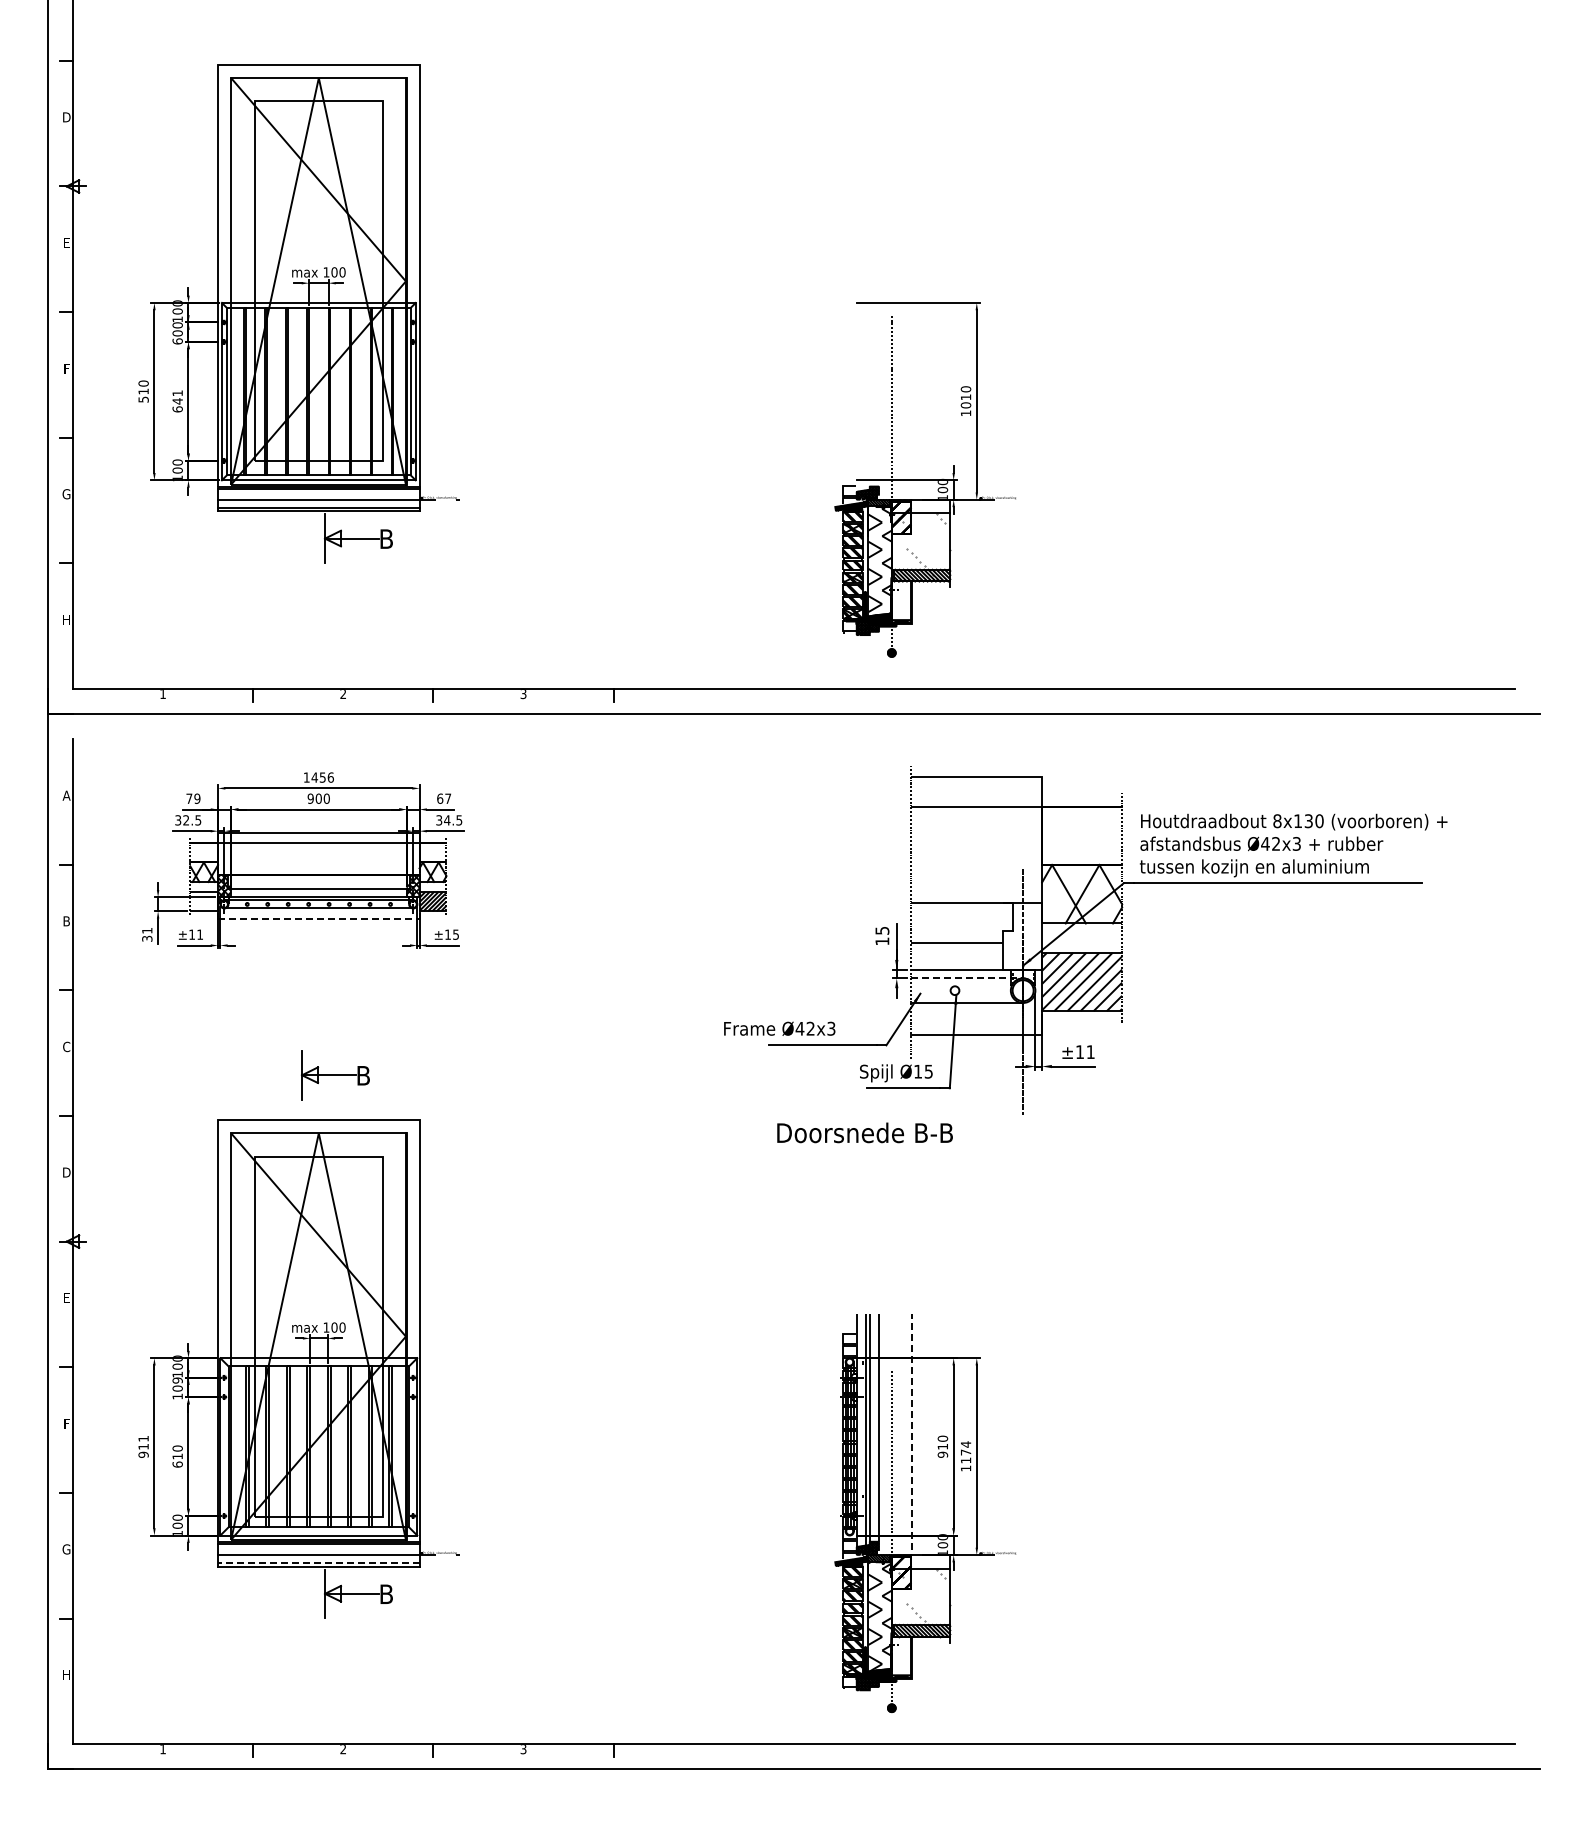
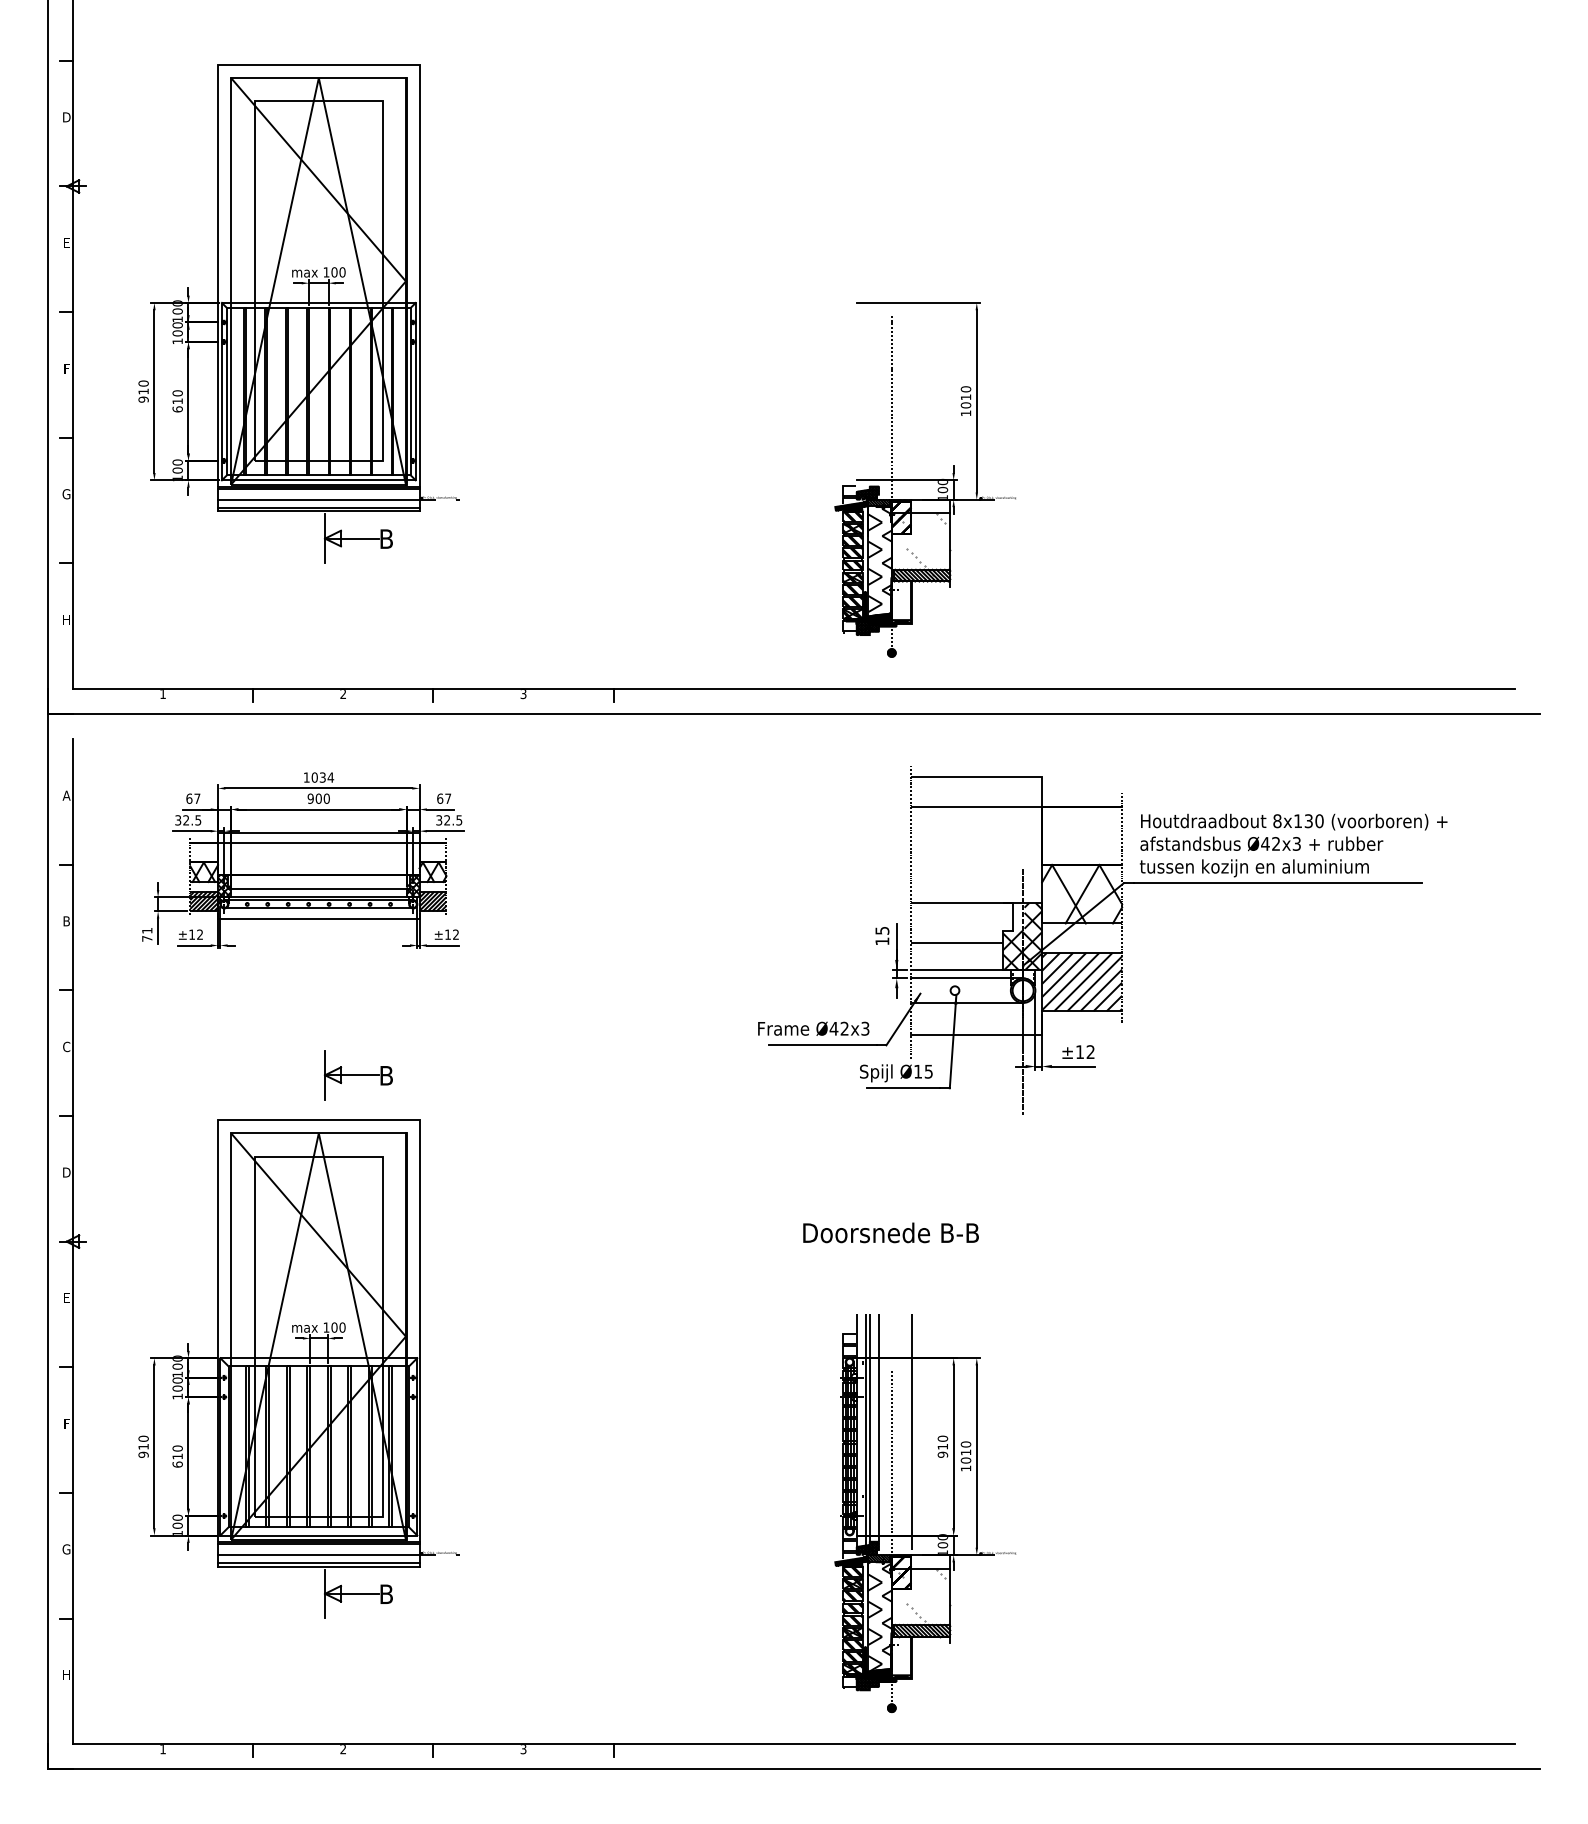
text at (177, 341): 600 -> 100
text at (177, 397): 641 -> 610
text at (143, 399): 510 -> 910
text at (322, 777): 1456 -> 1034
text at (193, 798): 79 -> 67
text at (447, 820): 34.5 -> 32.5
hatch at (204, 901): none -> present
line at (318, 919): dashed -> solid
text at (199, 934): ±11 -> ±12
text at (455, 934): ±15 -> ±12
hatch at (1022, 936): none -> present
text at (147, 938): 31 -> 71
line at (967, 978): dashed -> solid
text at (779, 1028) position: (779, 1028) -> (813, 1028)
text at (1090, 1051): ±11 -> ±12
part at (335, 1075) position: (335, 1075) -> (358, 1075)
text at (864, 1132) position: (864, 1132) -> (890, 1232)
text at (177, 1380): 109 -> 100
line at (911, 1431): dashed -> solid
text at (143, 1438): 911 -> 910
text at (965, 1452): 1174 -> 1010
line at (318, 1562): dashed -> solid
